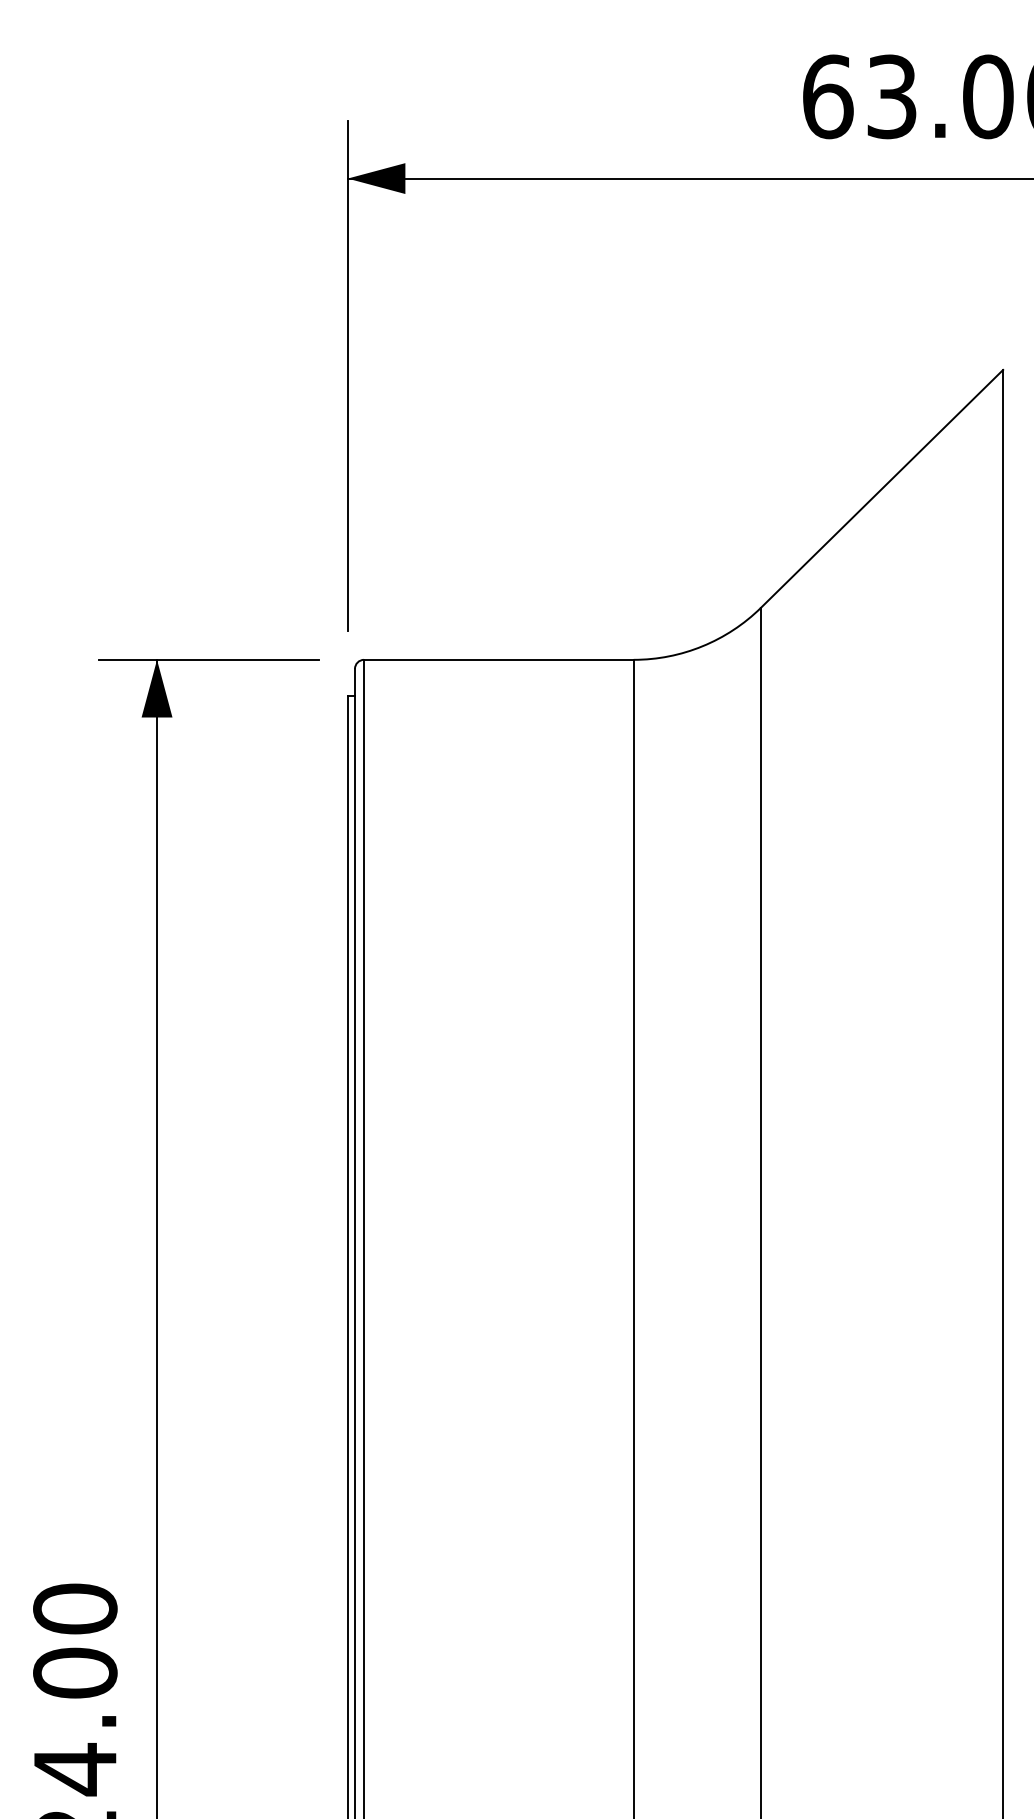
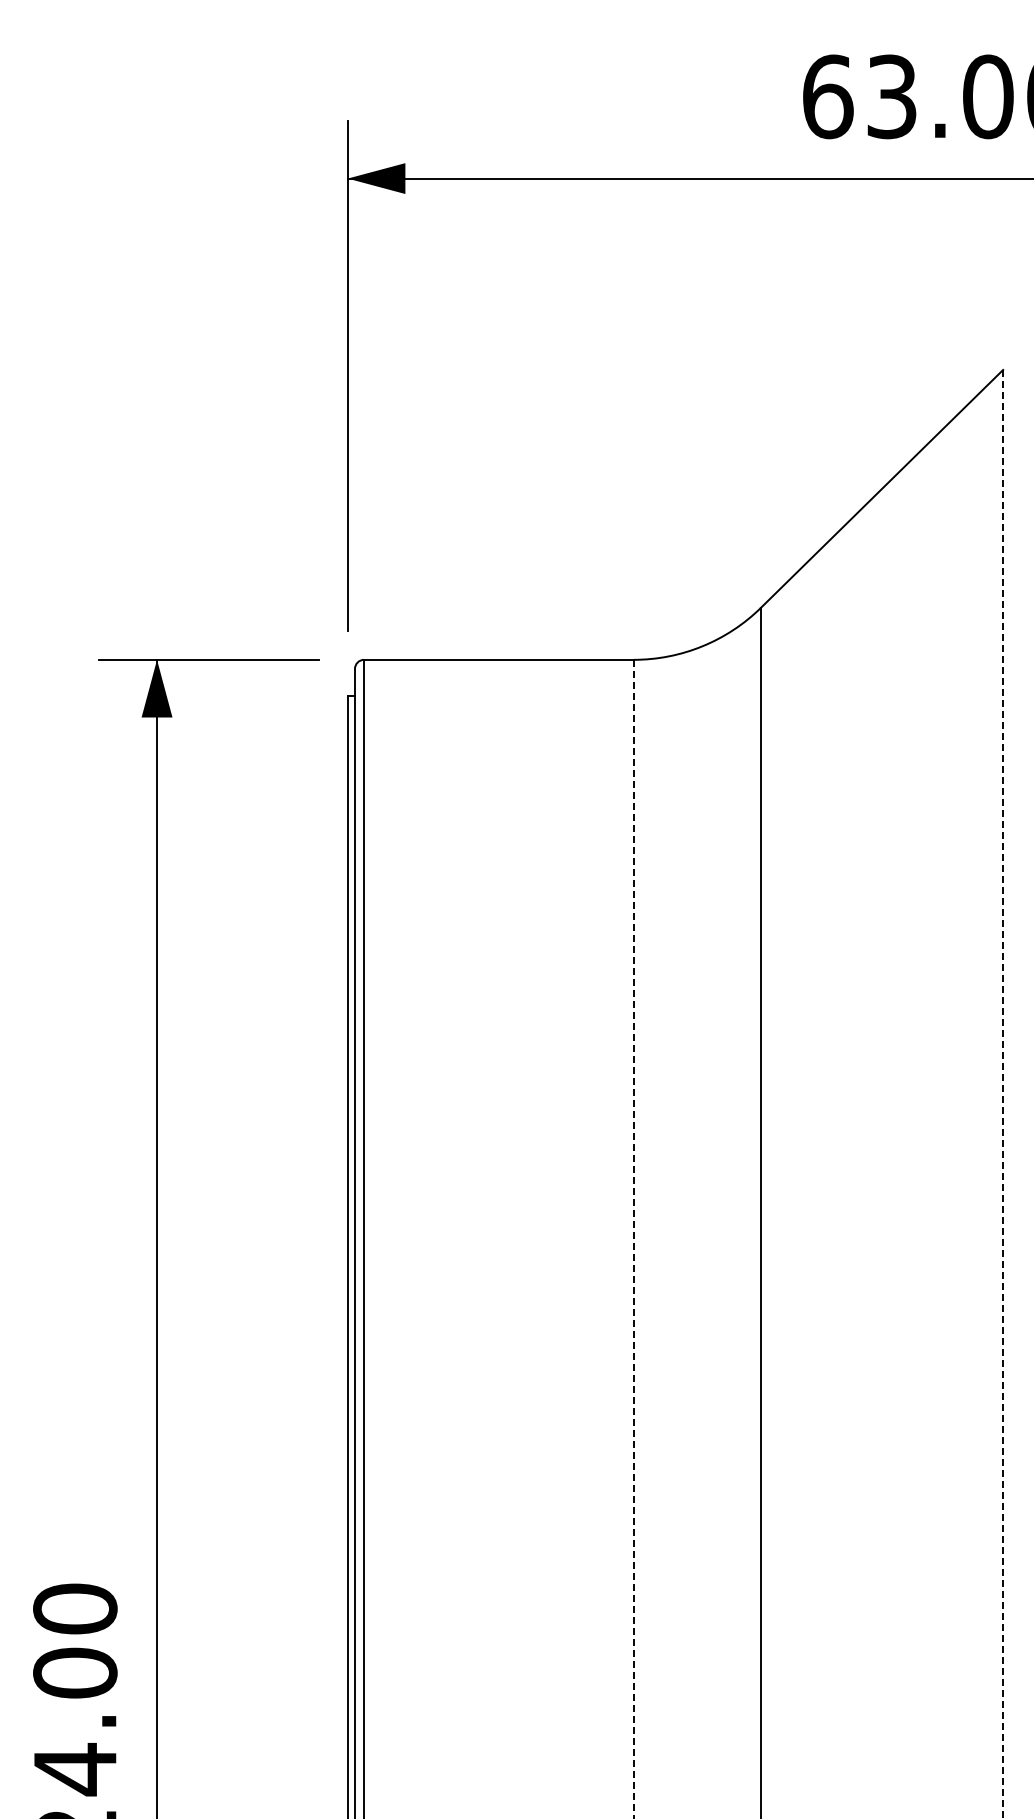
line at (1003, 1094): solid -> dashed
line at (633, 1239): solid -> dashed
